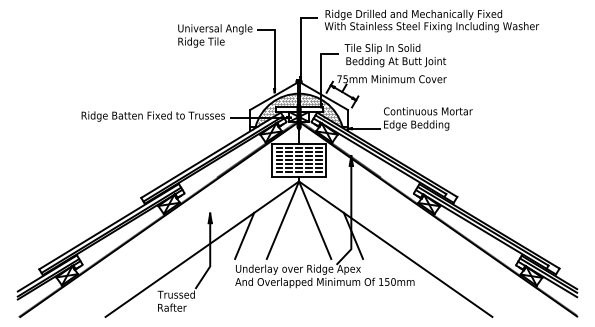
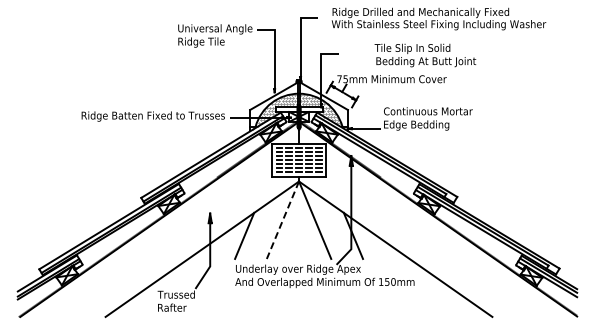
text at (431, 20) position: (431, 20) -> (438, 18)
text at (395, 55) position: (395, 55) -> (425, 55)
line at (282, 220): solid -> dashed
